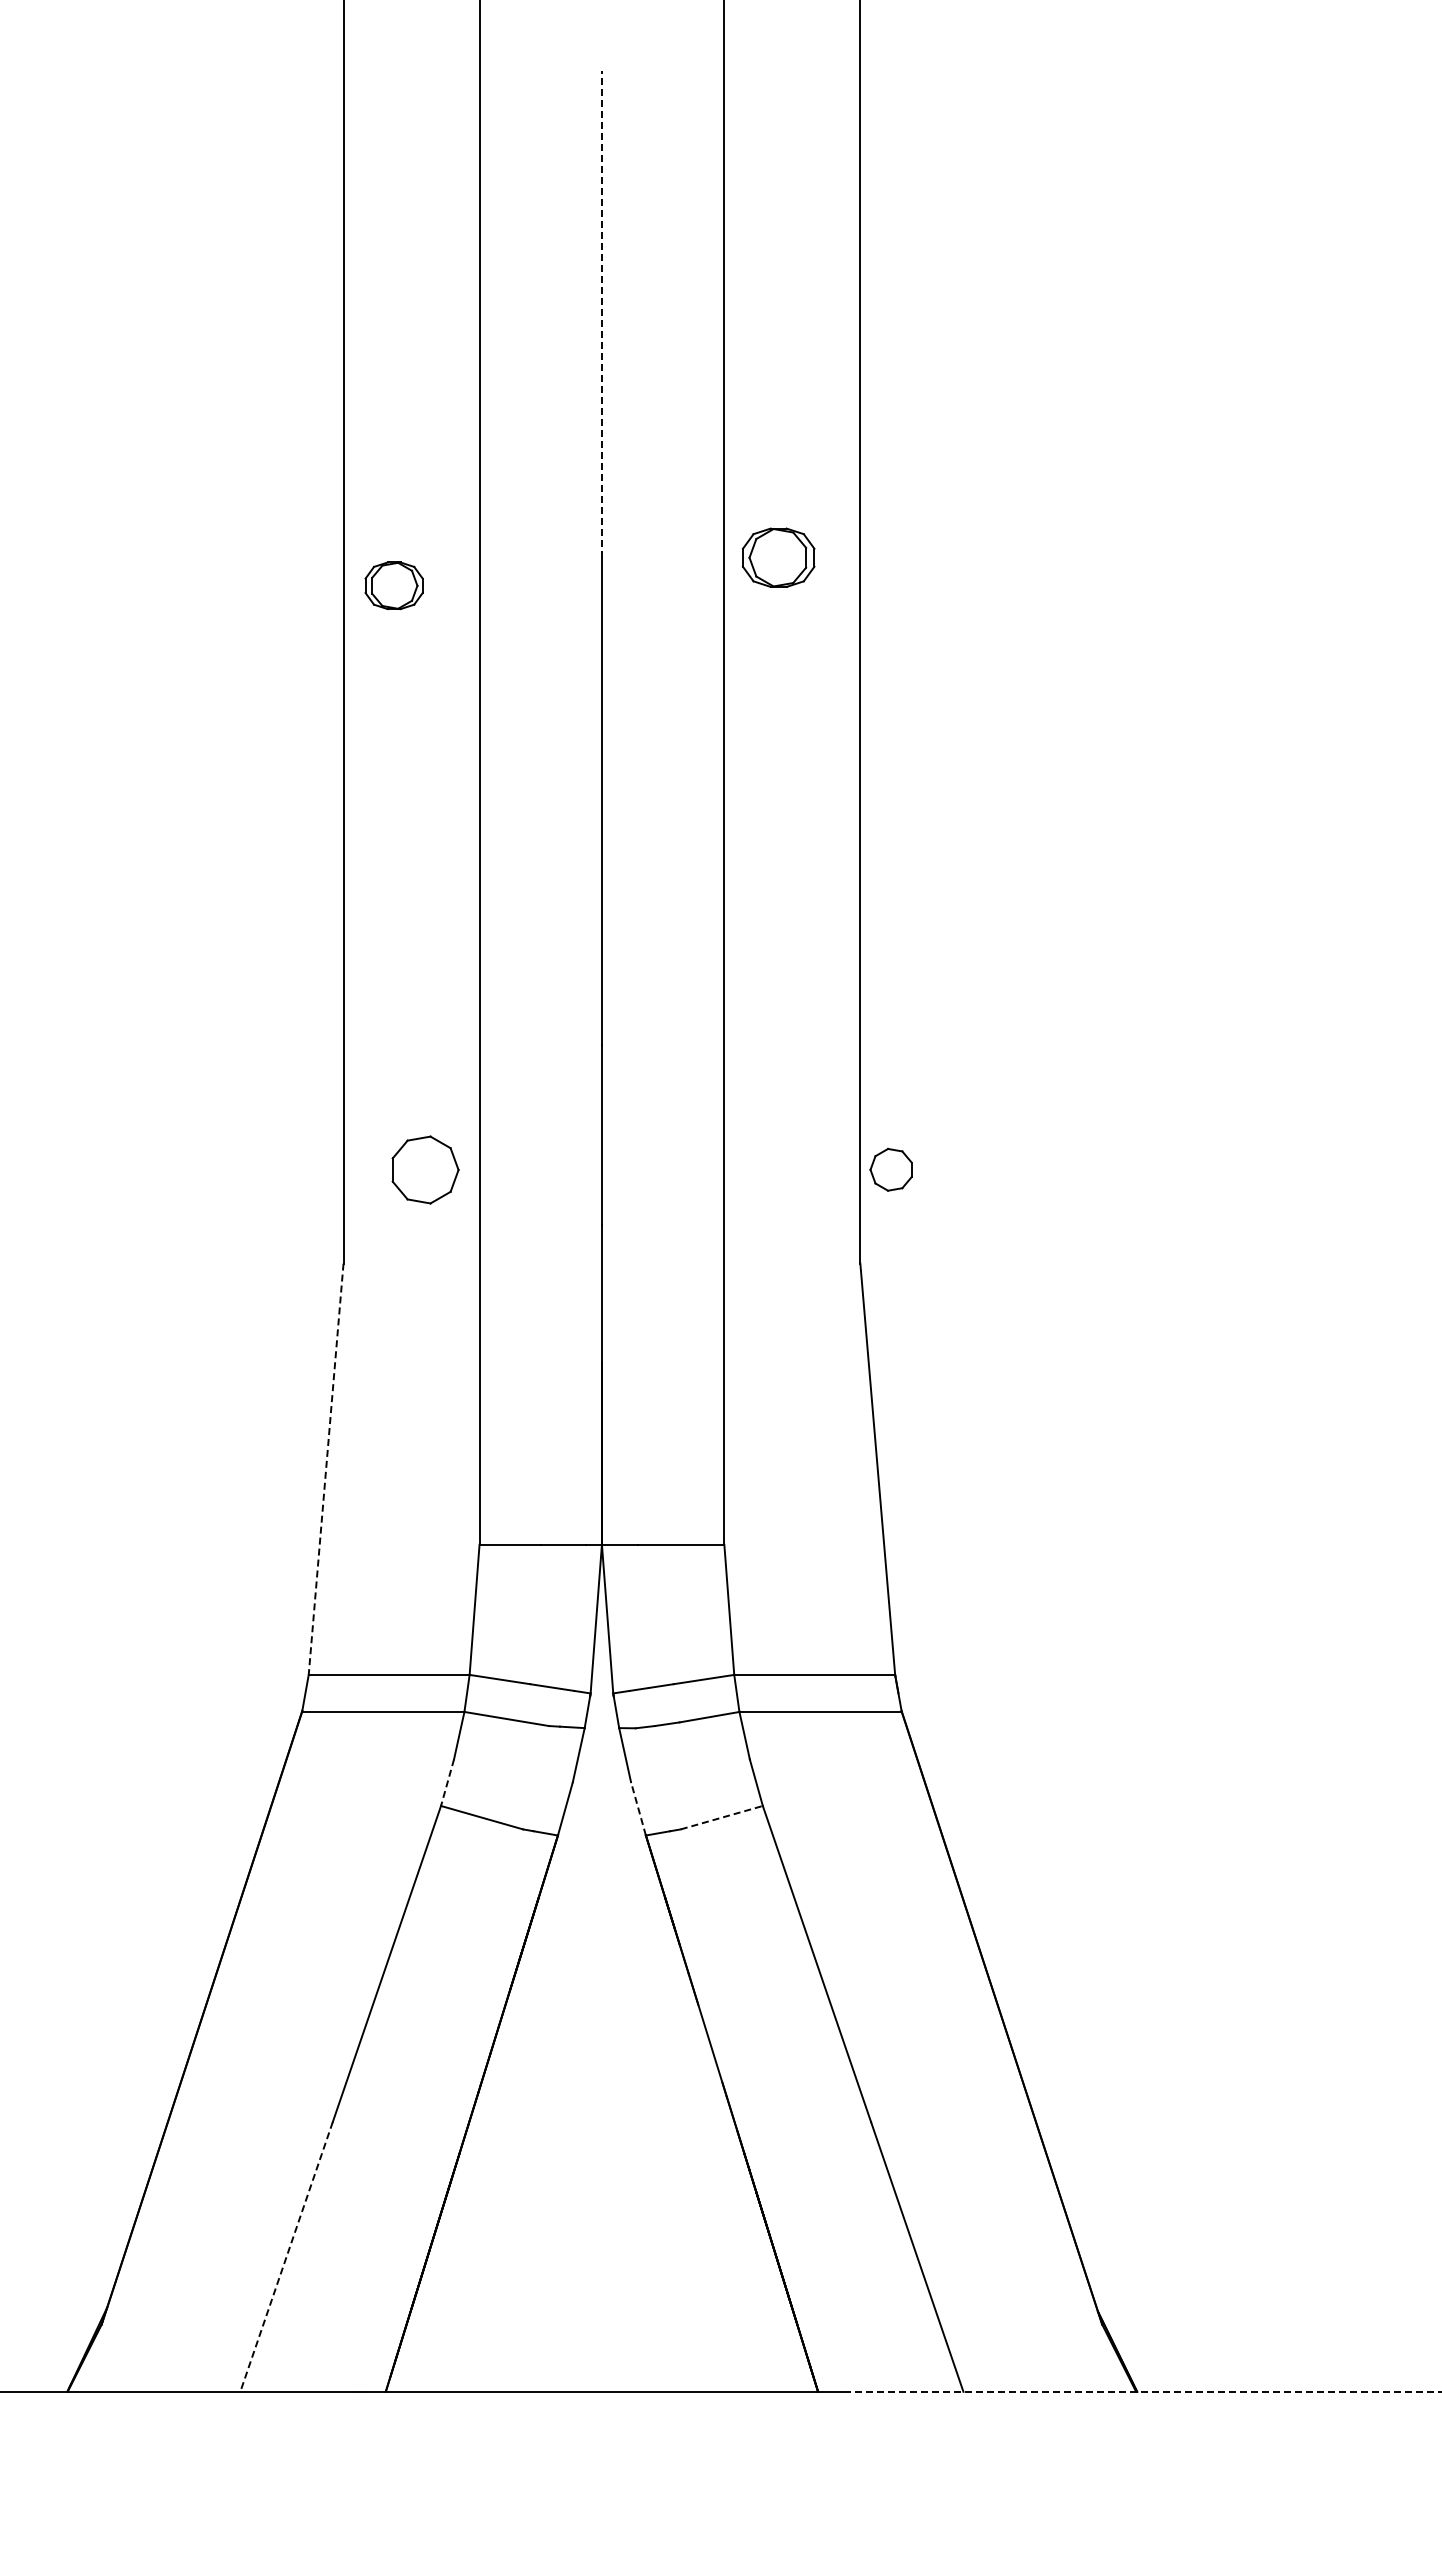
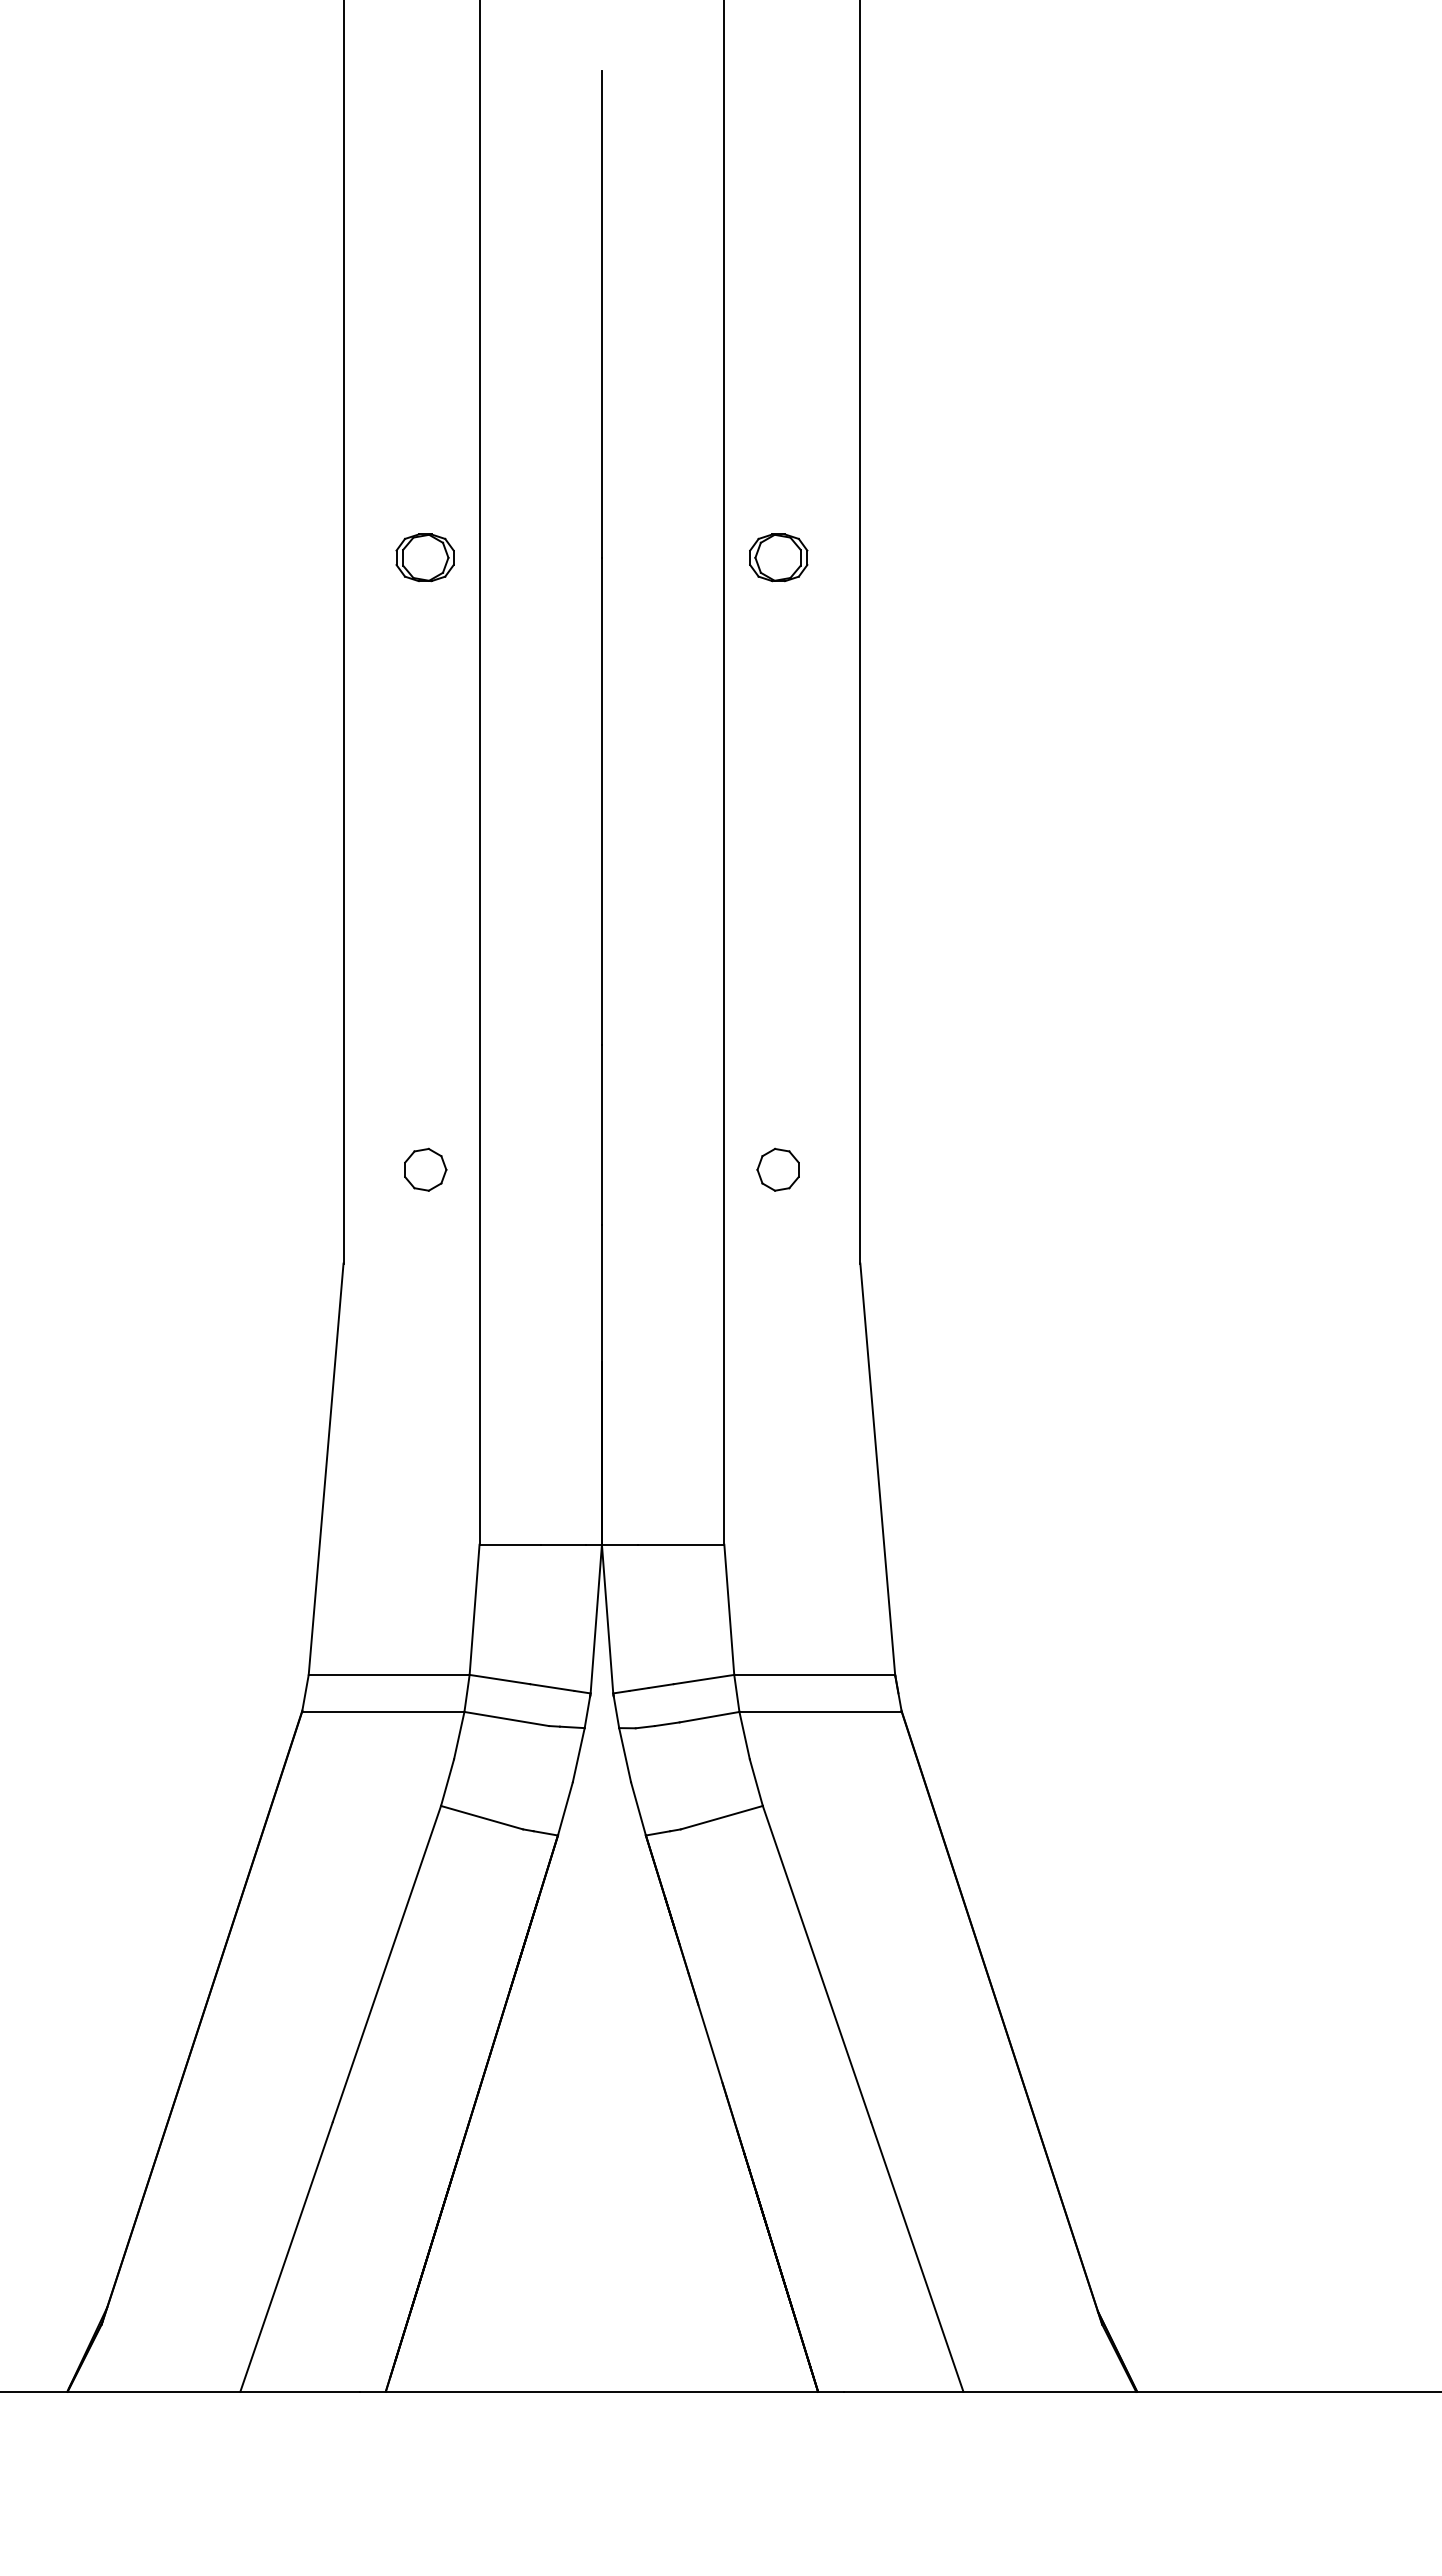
line at (601, 314): dashed -> solid
part at (778, 557) size: 75x61 px -> 60x50 px
part at (393, 585) position: (393, 585) -> (424, 557)
part at (425, 1169) size: 69x70 px -> 44x45 px
part at (890, 1169) position: (890, 1169) -> (777, 1169)
line at (326, 1469): dashed -> solid
line at (447, 1783): dashed -> solid
line at (638, 1808): dashed -> solid
line at (721, 1817): dashed -> solid
line at (286, 2256): dashed -> solid
line at (1142, 2391): dashed -> solid
